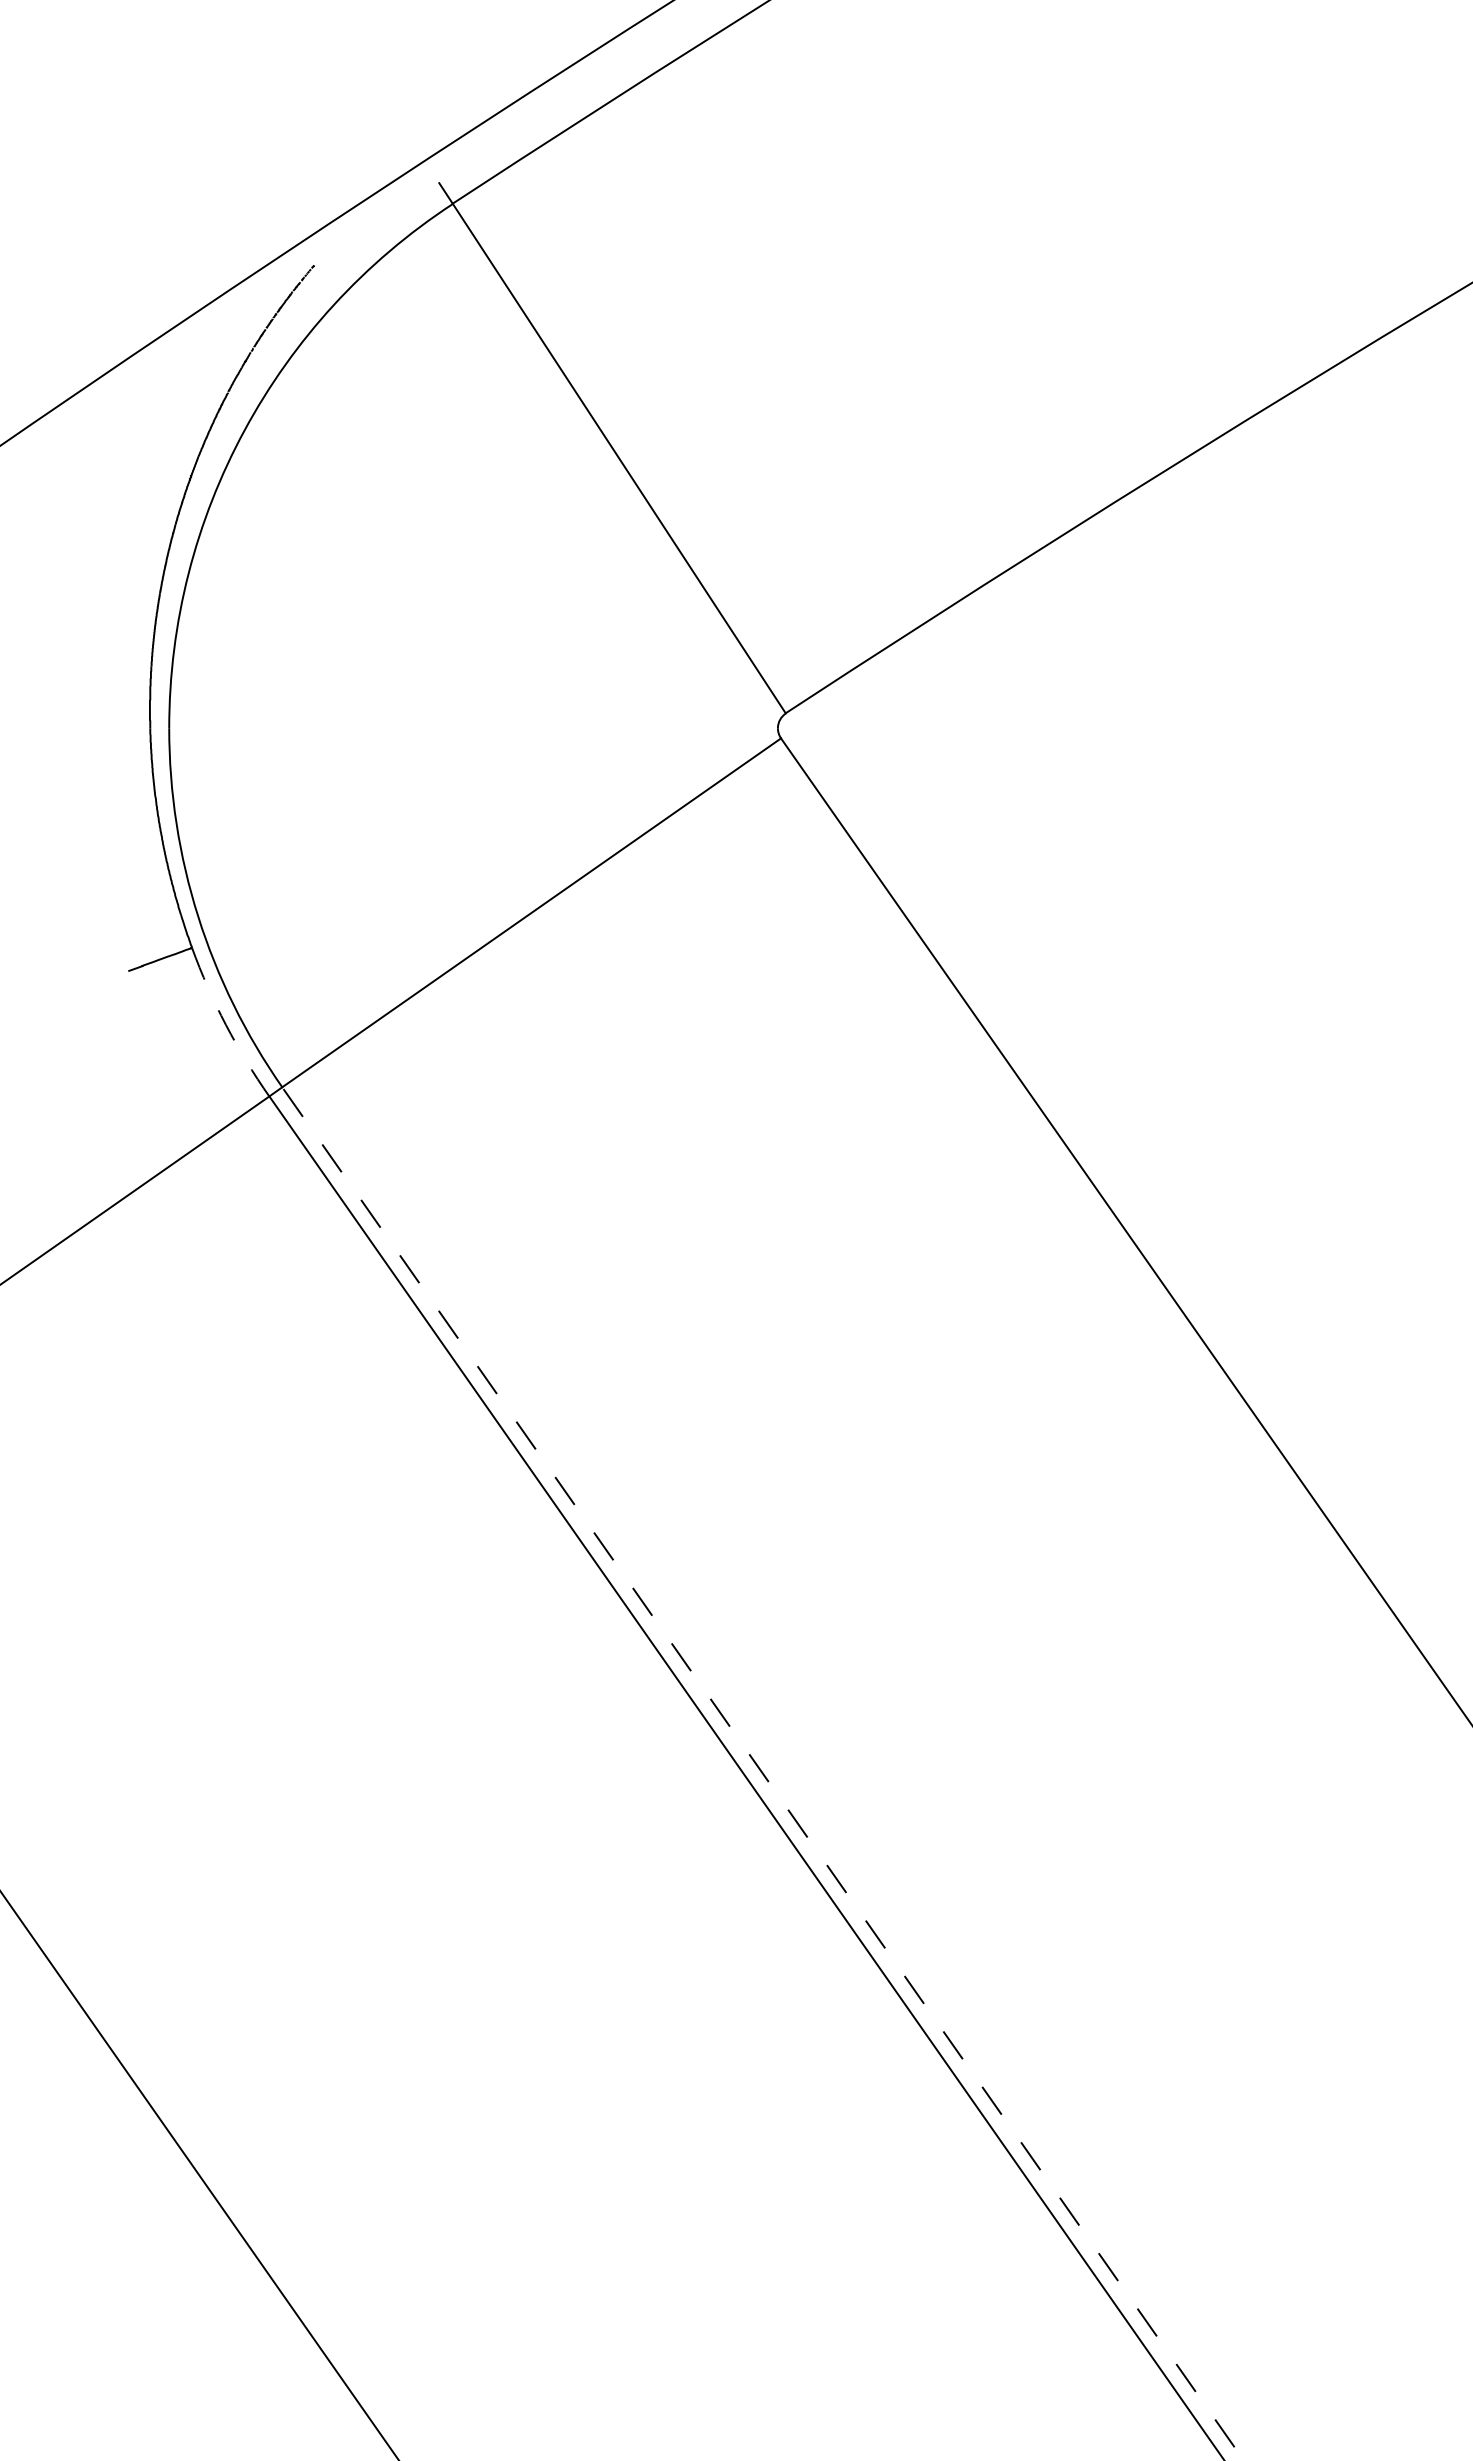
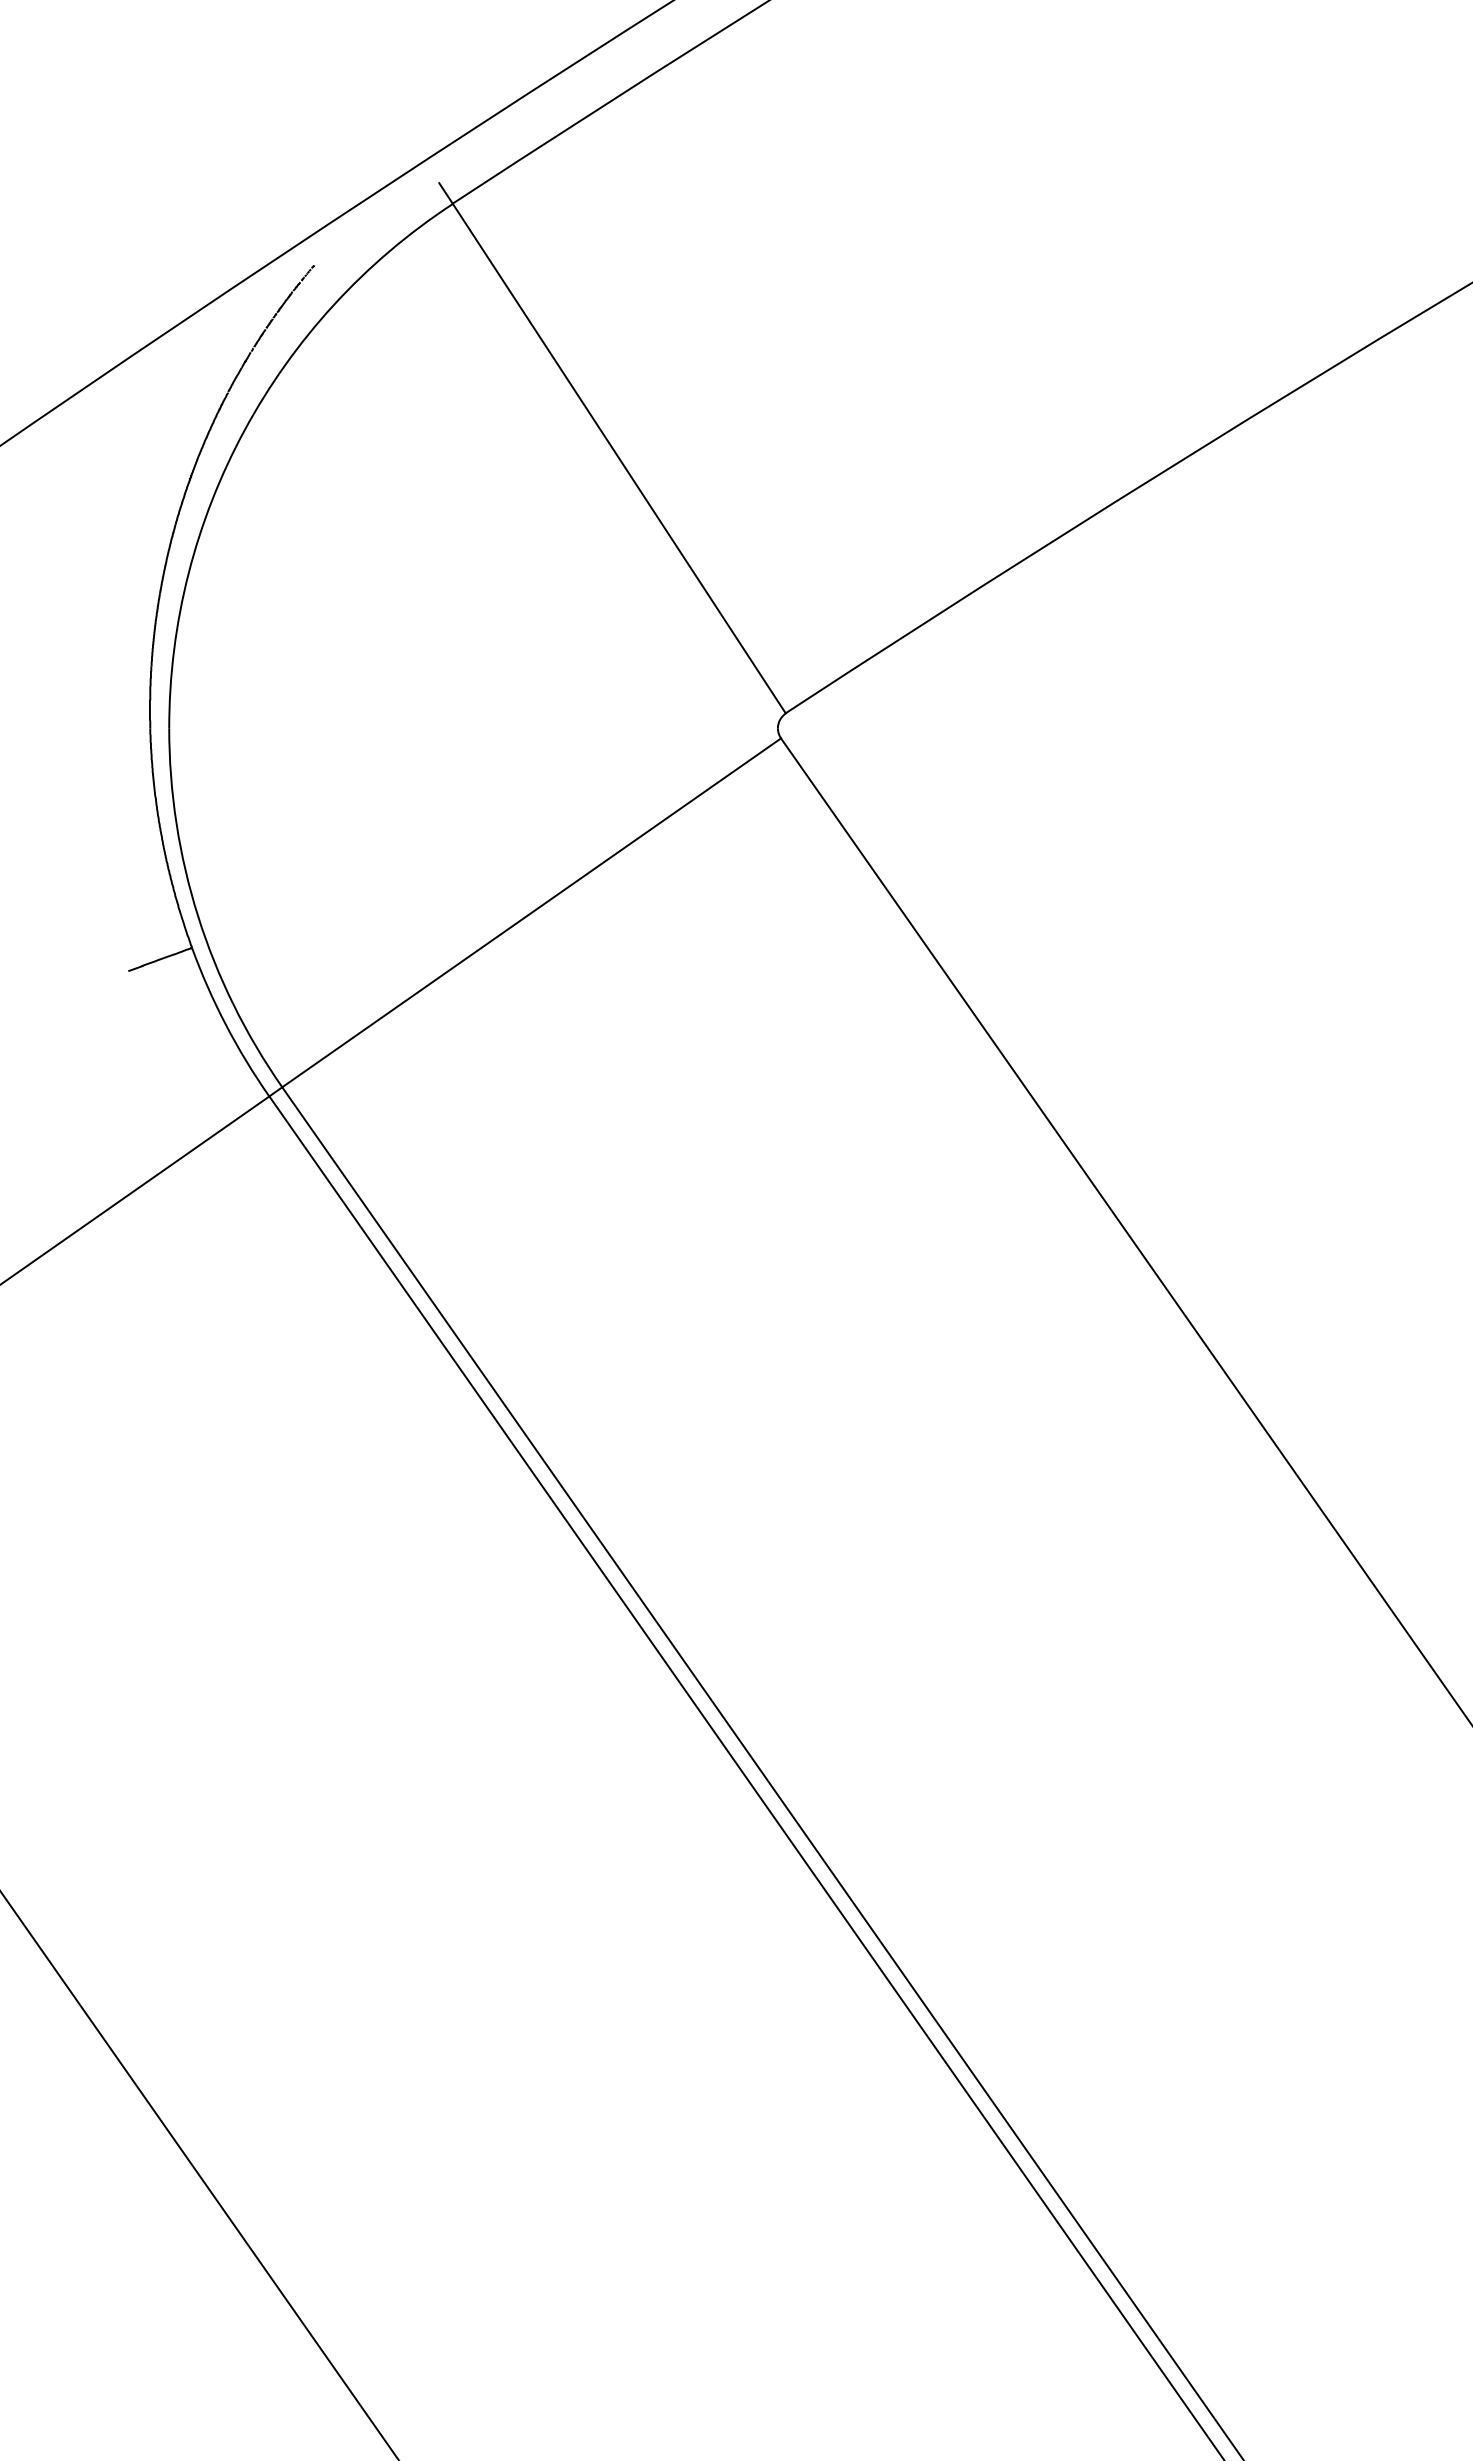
arc at (225, 1024): dashed -> solid
line at (762, 1773): dashed -> solid
